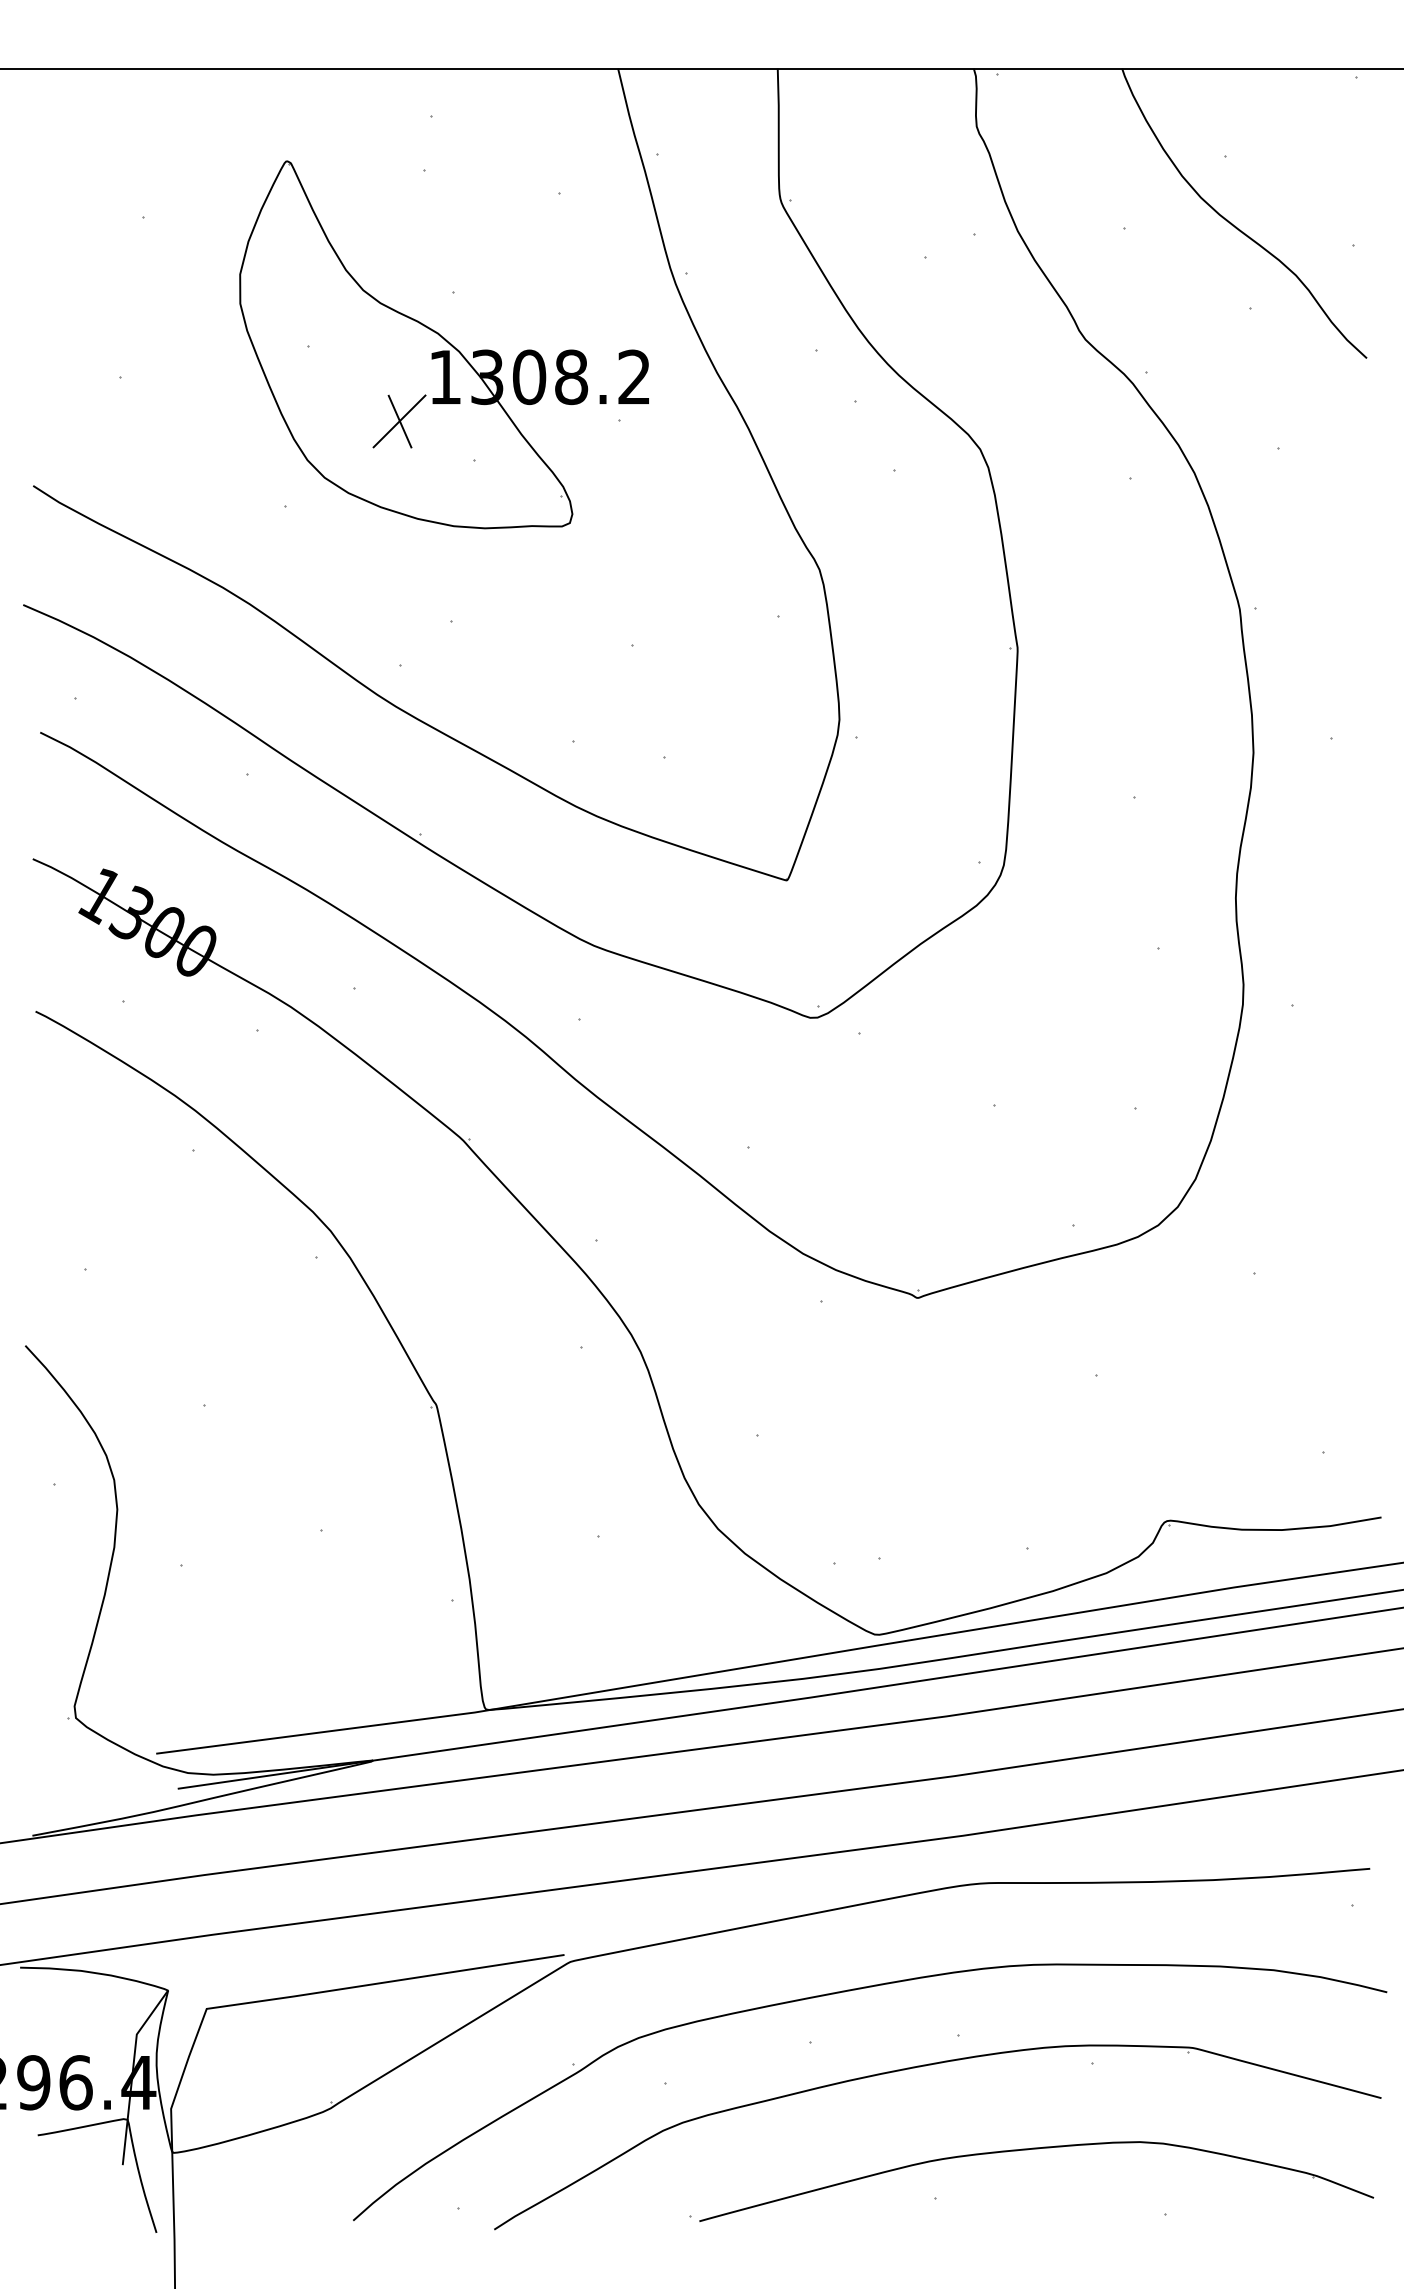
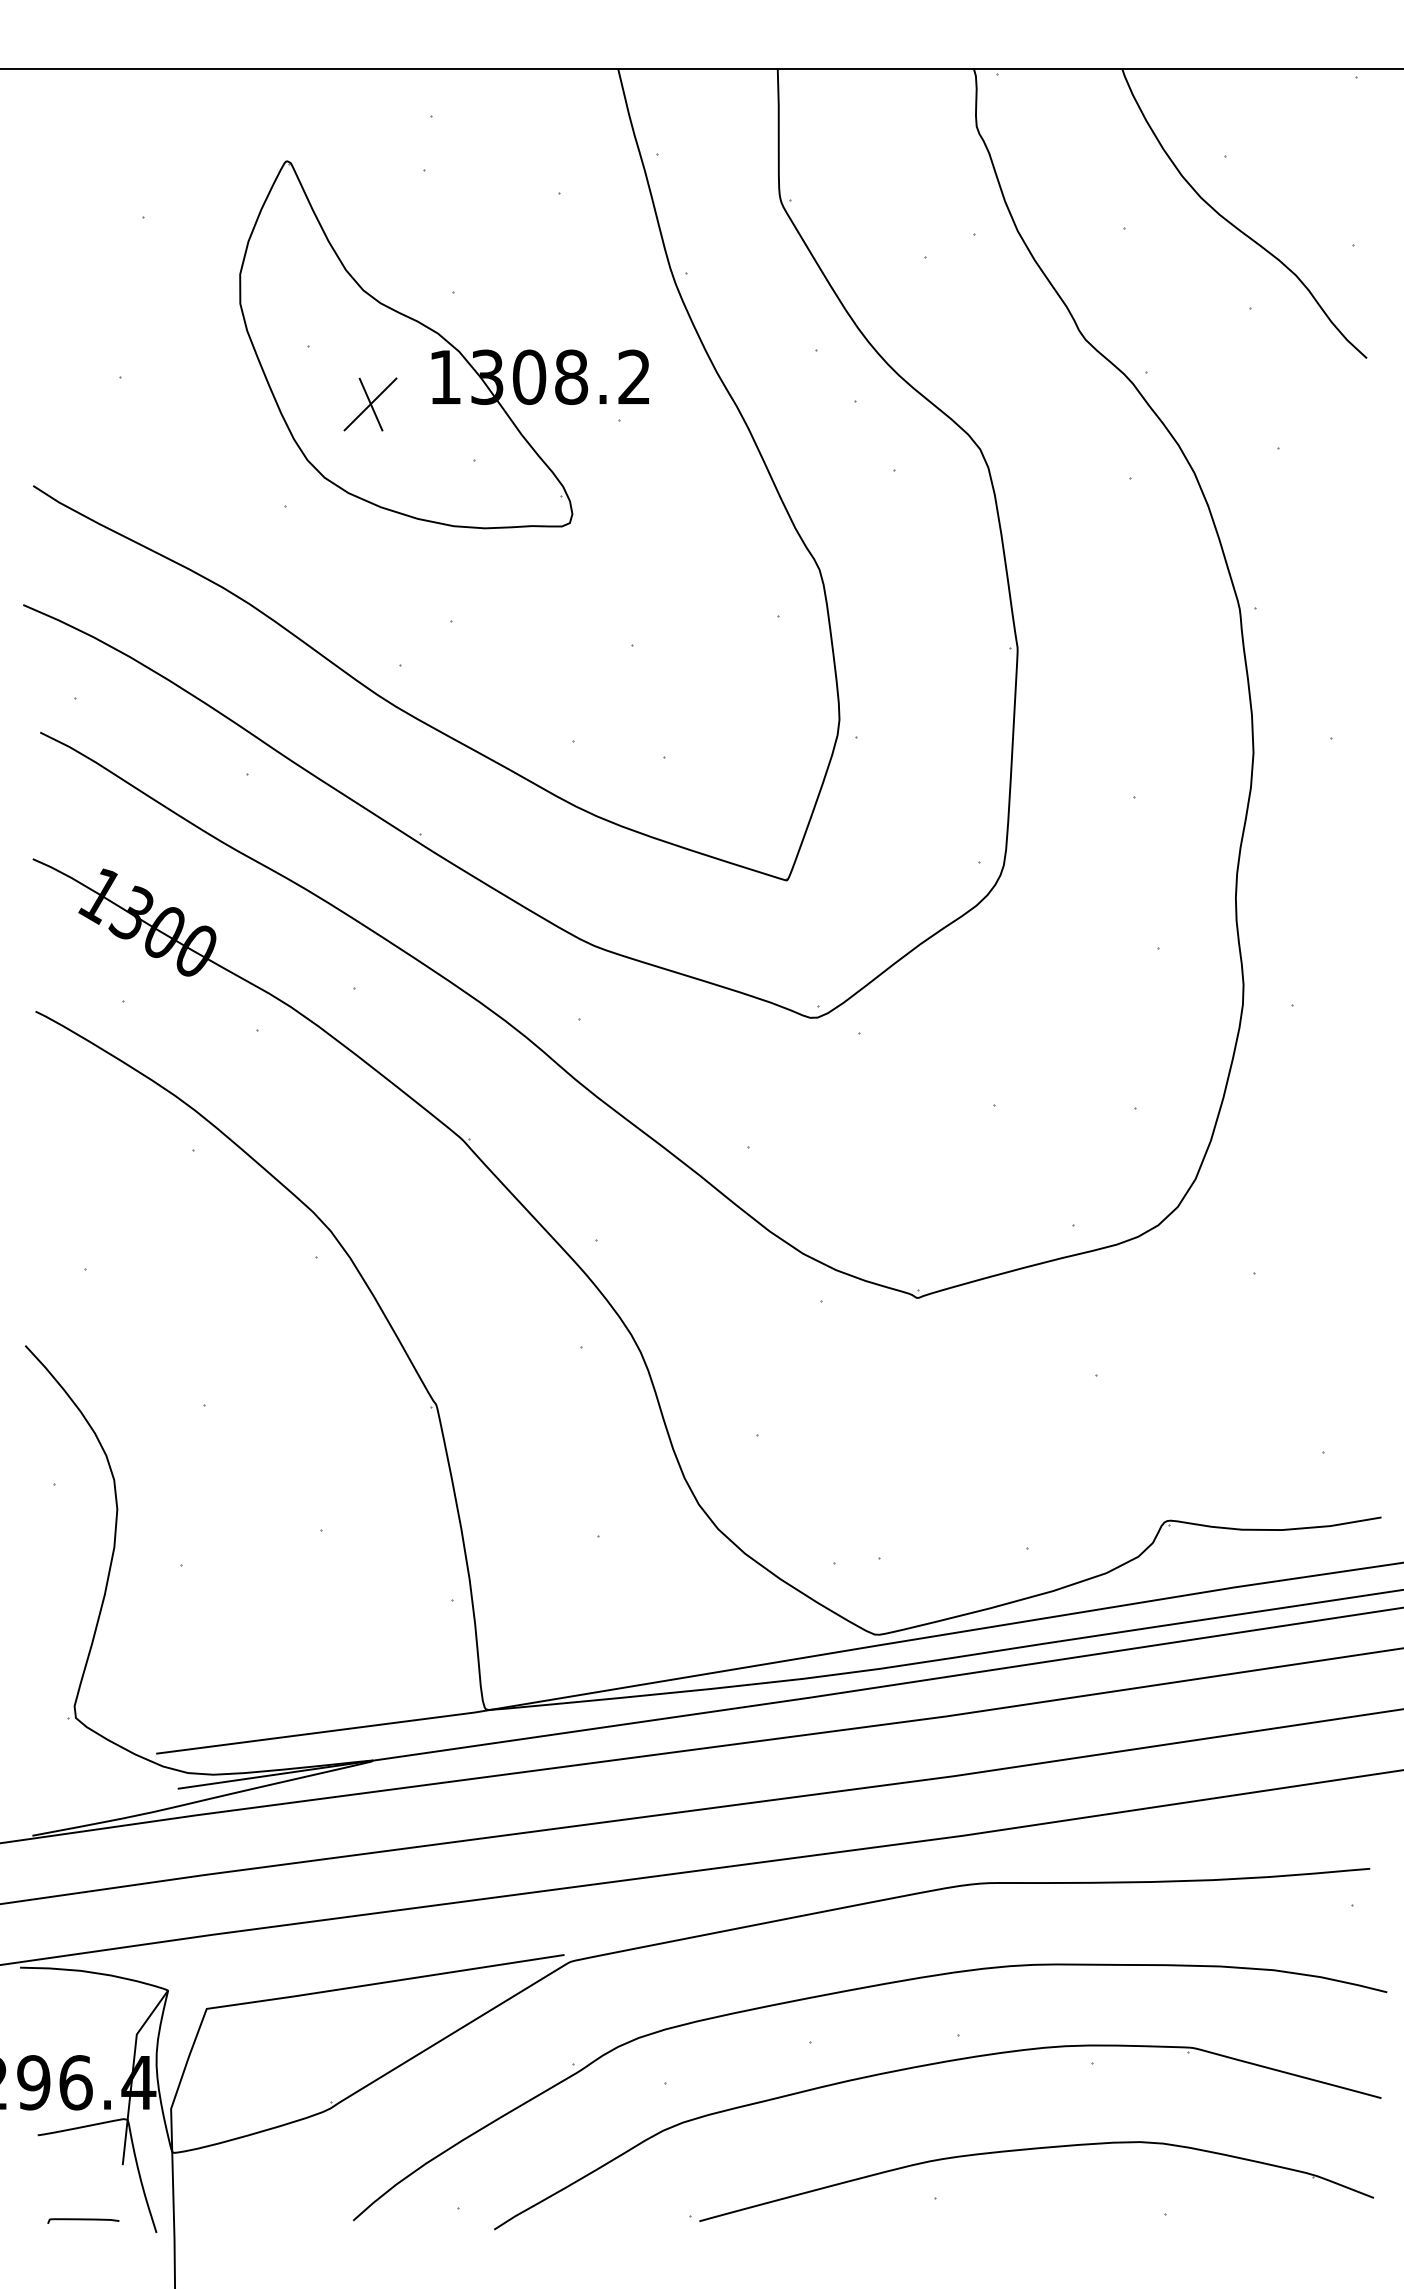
part at (399, 421) position: (399, 421) -> (370, 404)
curve at (83, 2220): none -> present
